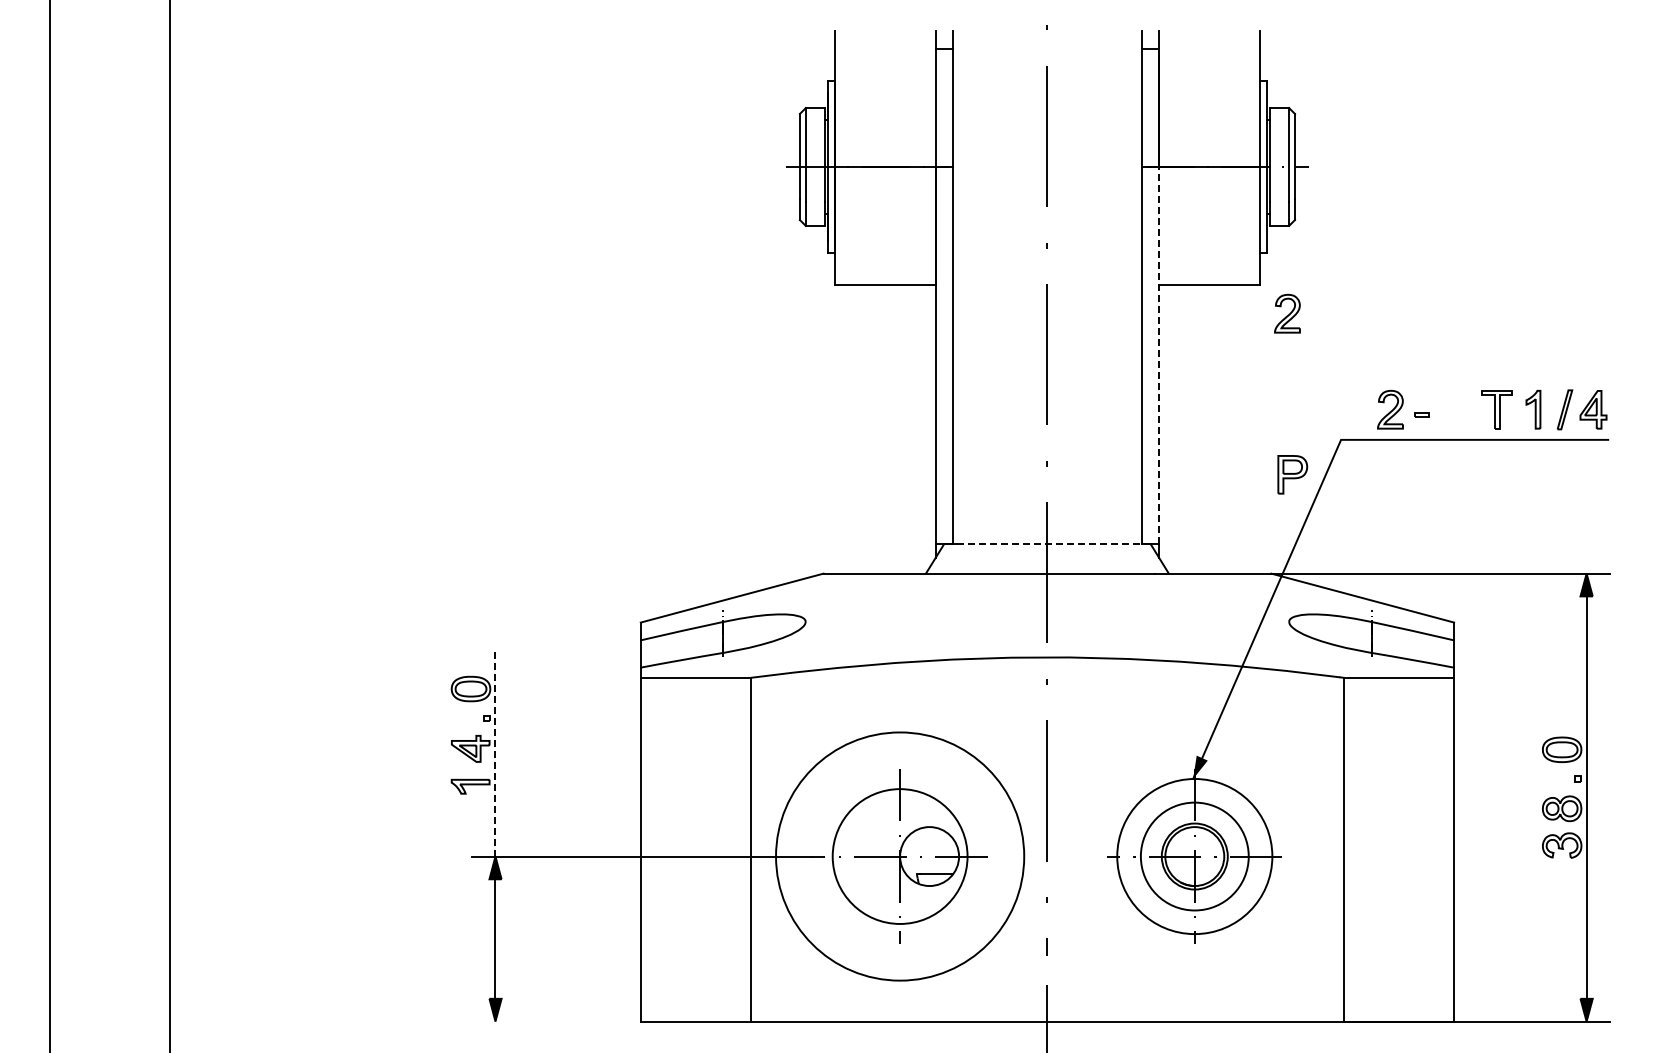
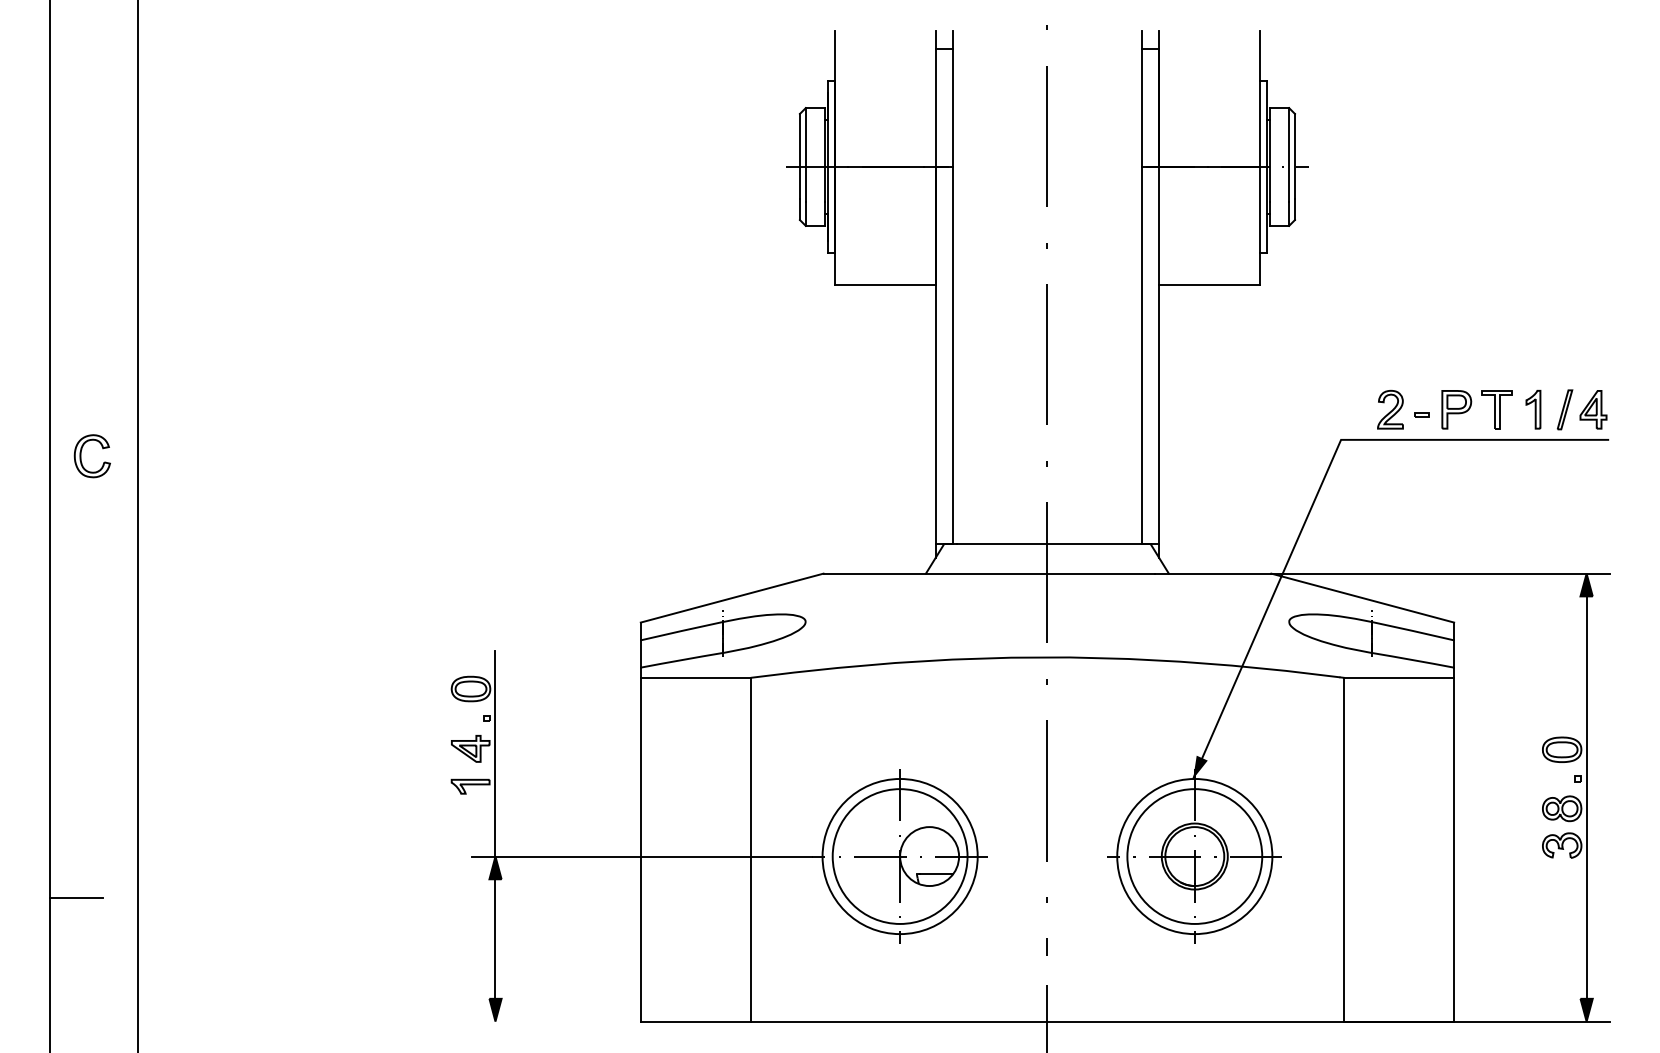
part at (1287, 313): present -> none
line at (1159, 355): dashed -> solid
part at (81, 456): none -> present
part at (1292, 474) position: (1292, 474) -> (1456, 409)
line at (170, 525) position: (170, 525) -> (138, 525)
line at (1053, 544): dashed -> solid
line at (495, 753): dashed -> solid
circle at (900, 856) diameter: 248 px -> 155 px
circle at (1194, 856) diameter: 108 px -> 135 px
line at (75, 898): none -> present
